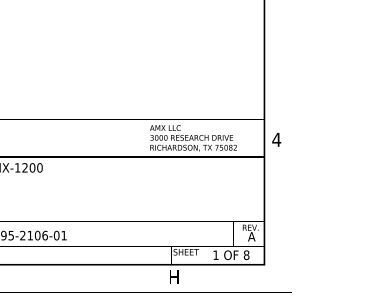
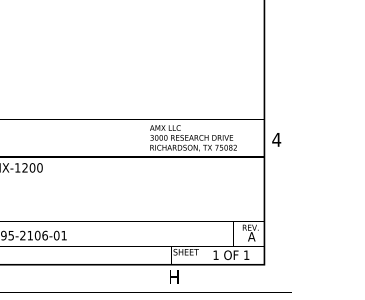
text at (246, 255): 8 -> 1
